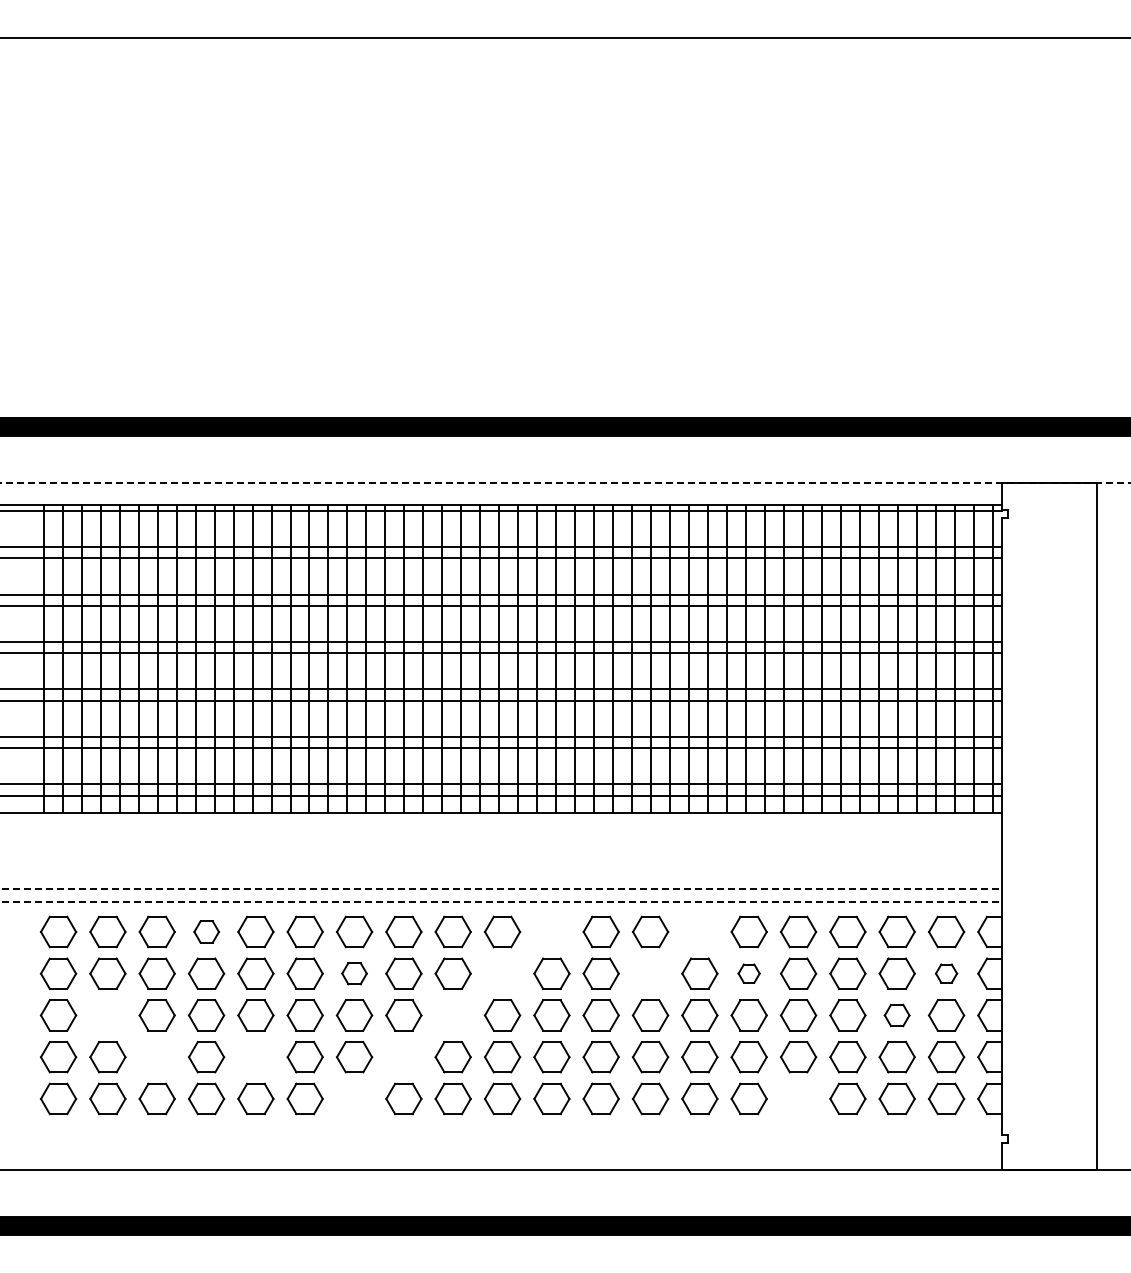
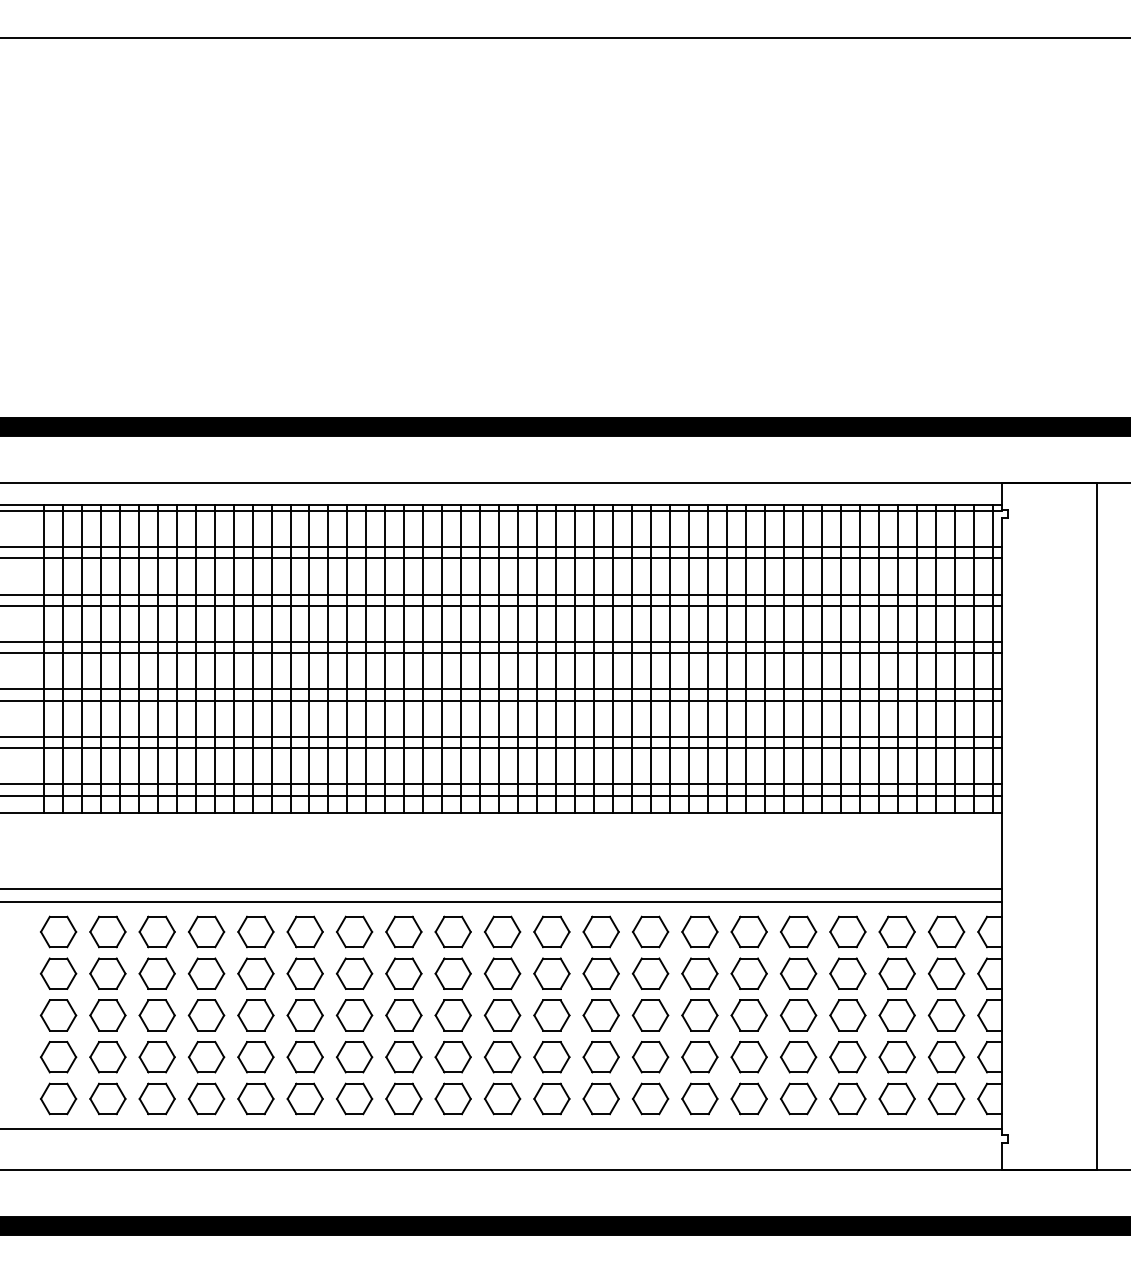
line at (565, 482): dashed -> solid
line at (501, 888): dashed -> solid
line at (501, 901): dashed -> solid
part at (206, 931) size: 27x24 px -> 38x34 px
part at (551, 931): none -> present
part at (699, 931): none -> present
part at (354, 973) size: 27x24 px -> 39x33 px
part at (502, 973): none -> present
part at (650, 973): none -> present
part at (748, 973) size: 24x21 px -> 38x33 px
part at (946, 973) size: 25x21 px -> 39x33 px
part at (107, 1015): none -> present
part at (452, 1015): none -> present
part at (896, 1015) size: 28x25 px -> 38x33 px
part at (156, 1057): none -> present
part at (255, 1057): none -> present
part at (403, 1057): none -> present
part at (354, 1098): none -> present
part at (798, 1098): none -> present
line at (502, 1129): none -> present
